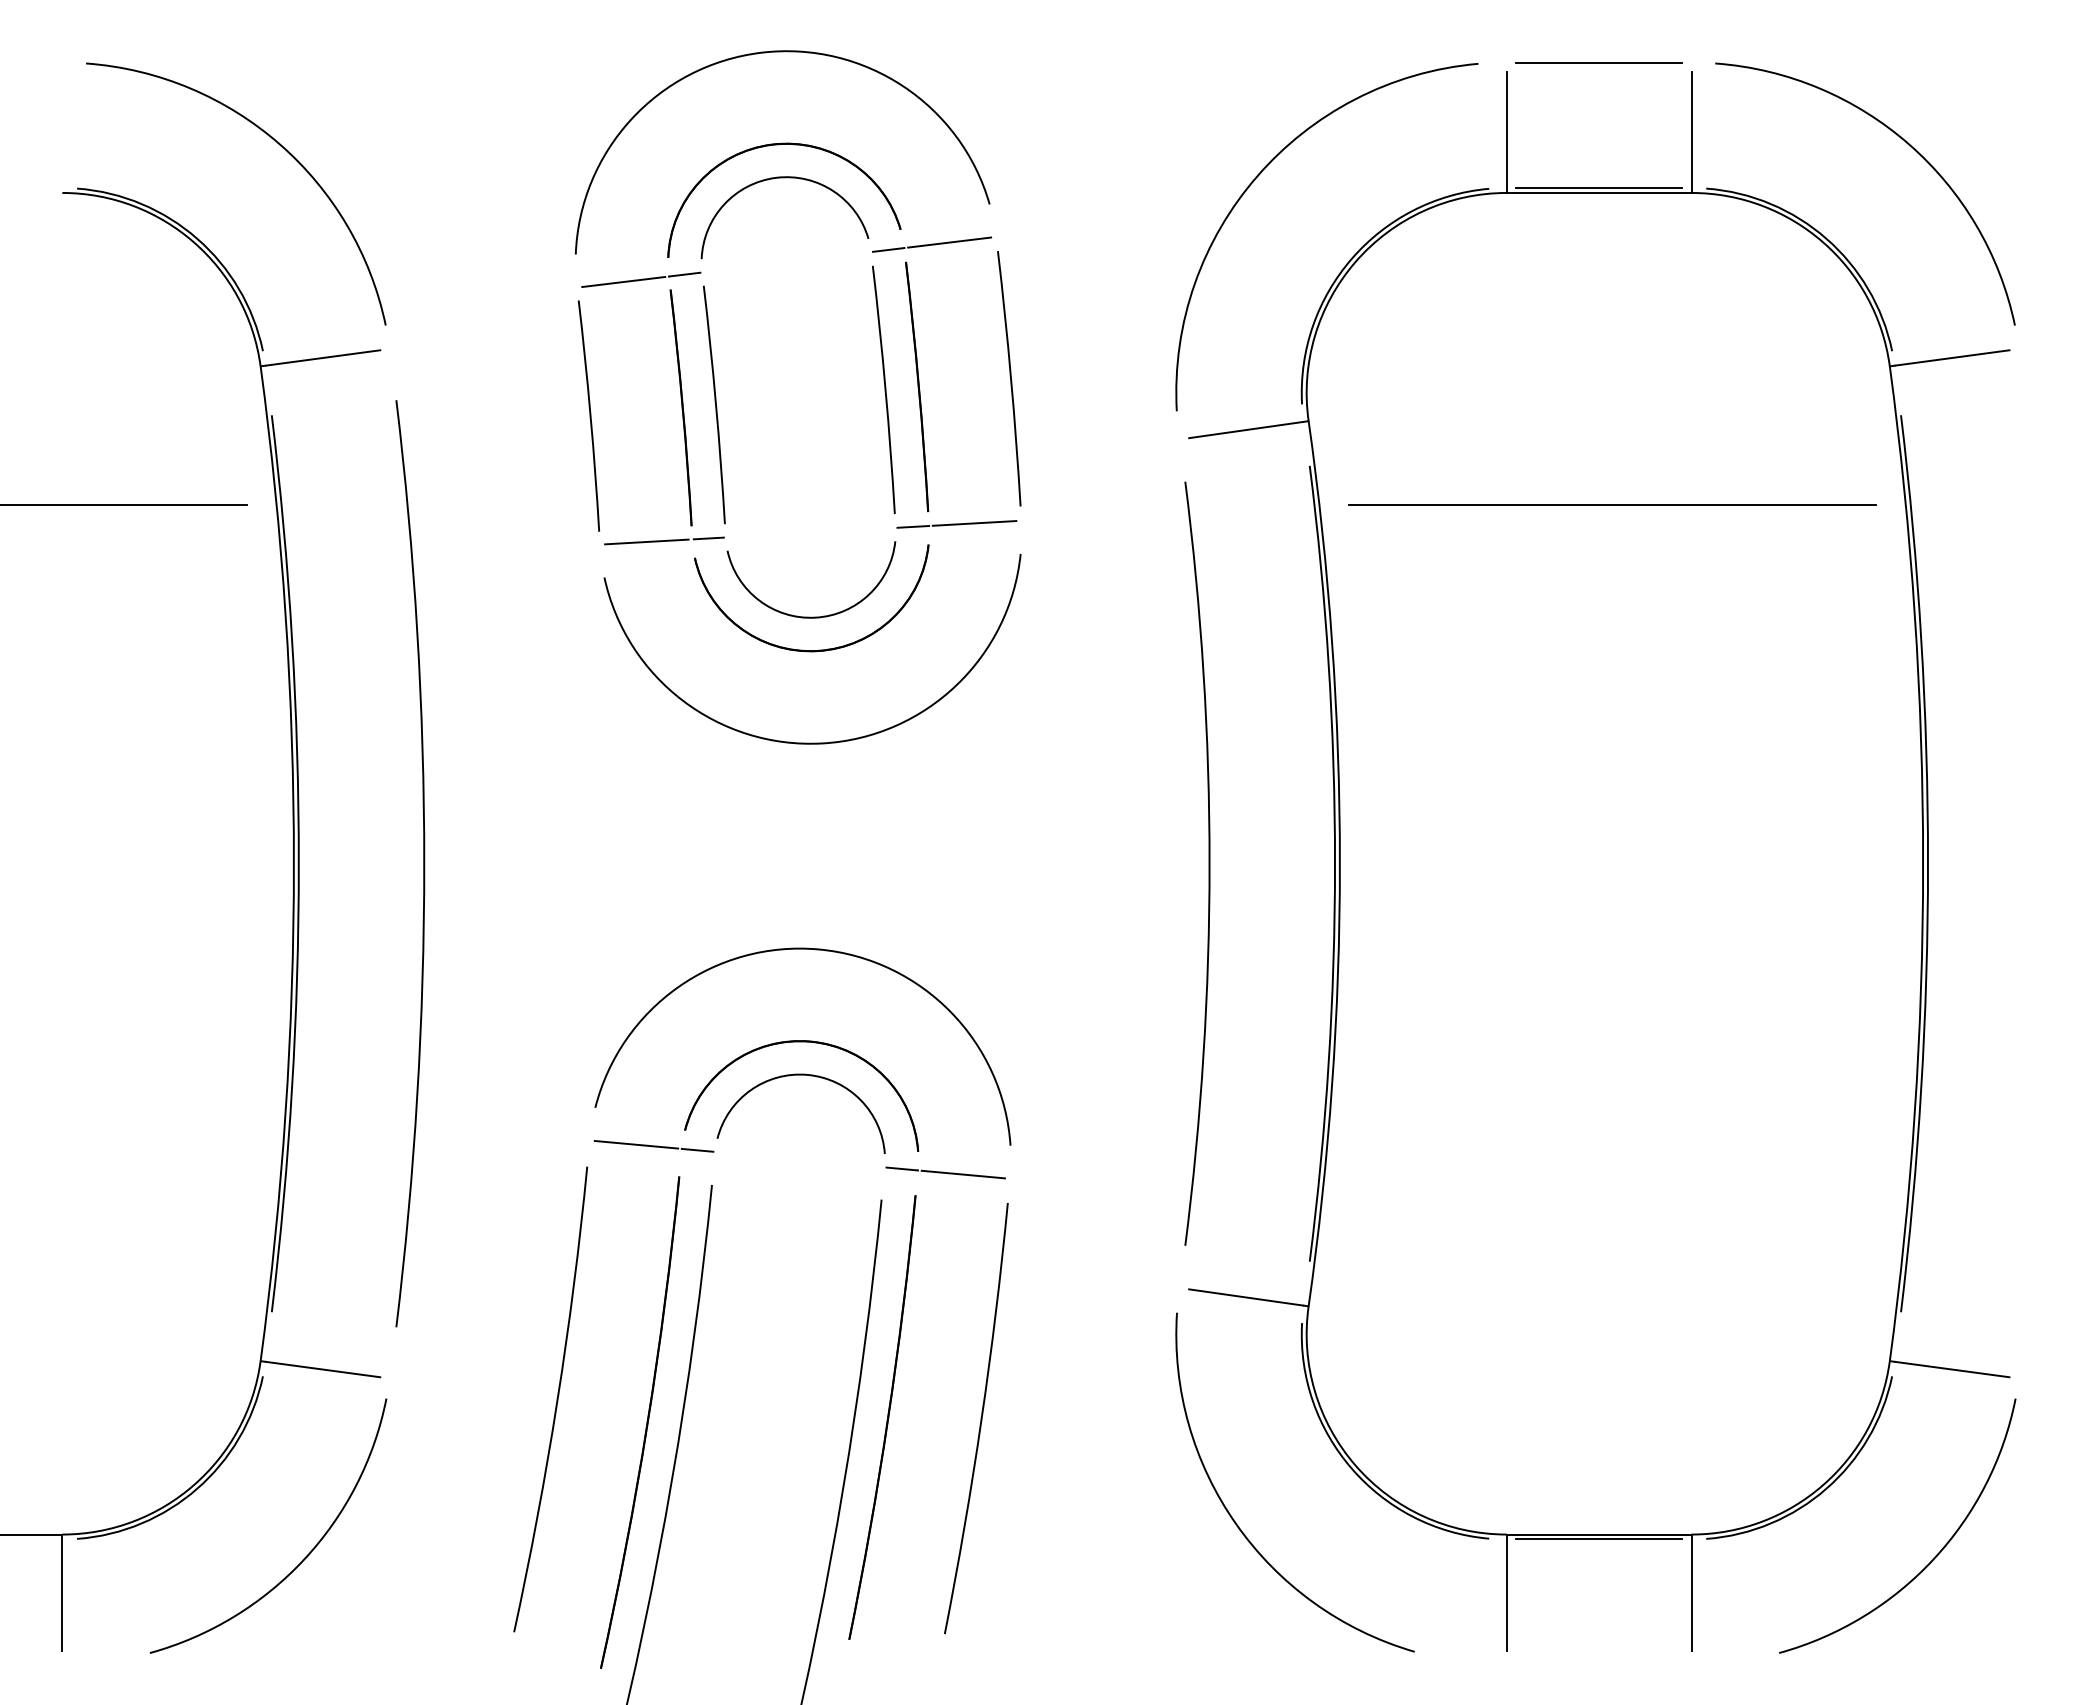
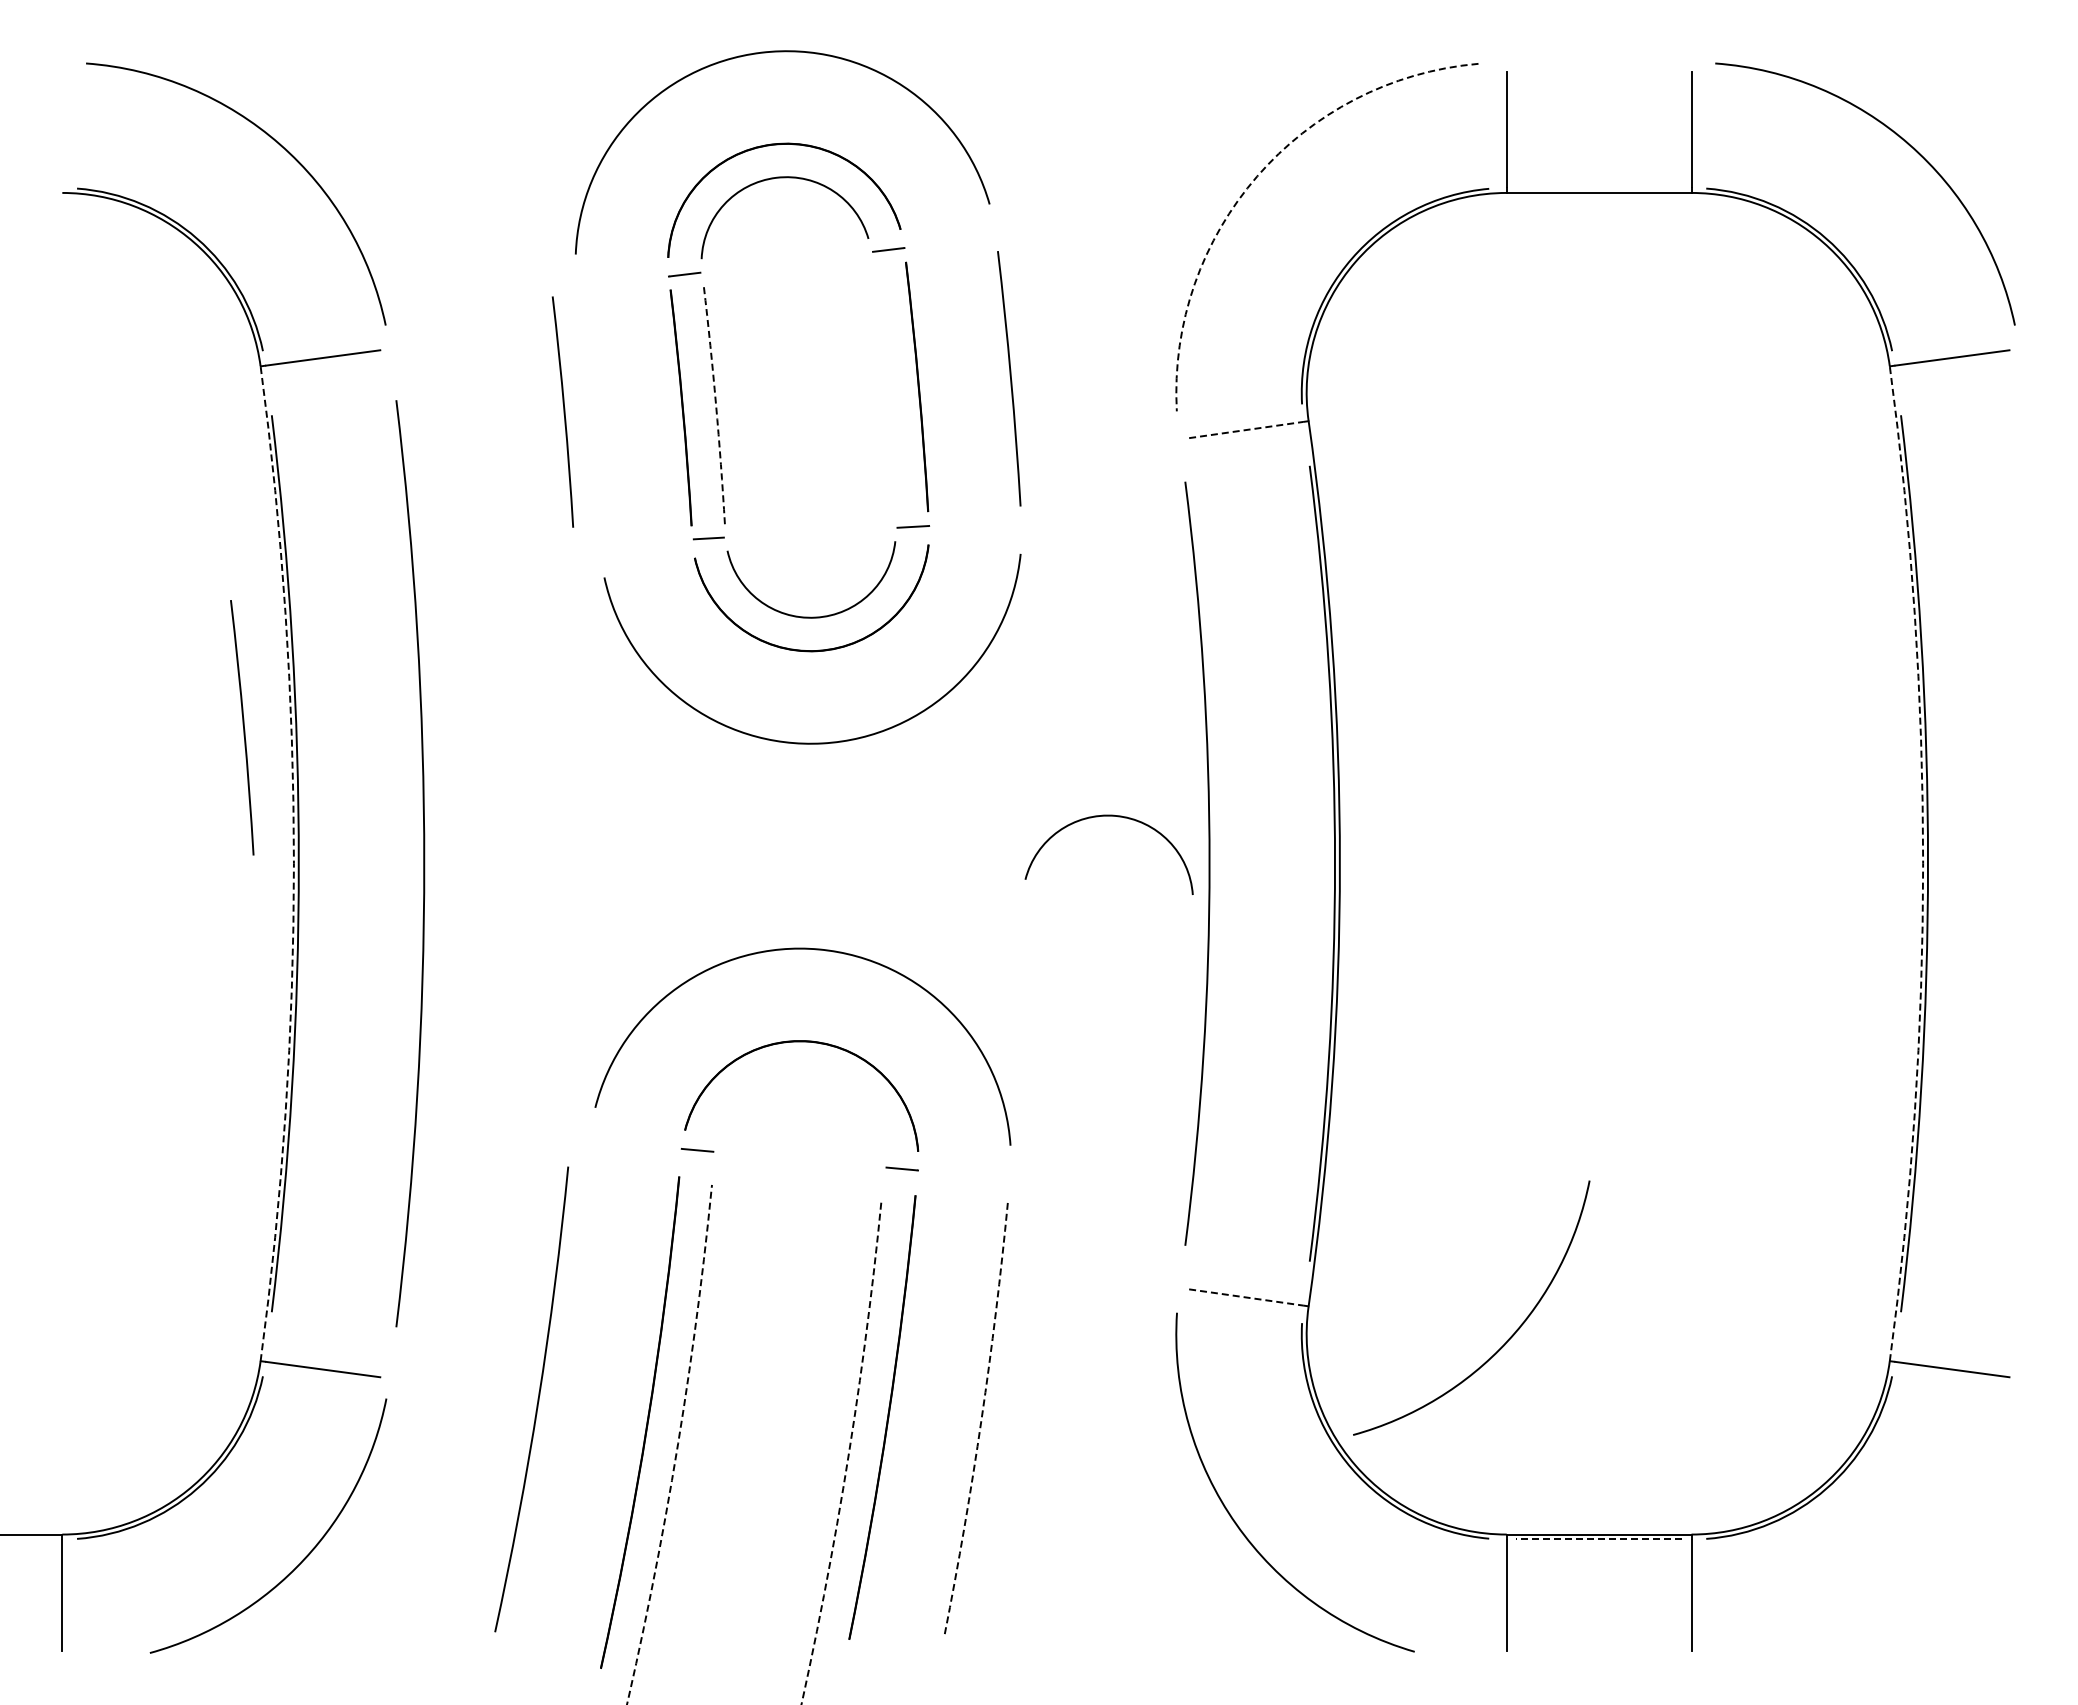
line at (1598, 62): present -> none
arc at (1257, 176): solid -> dashed
line at (1598, 188): present -> none
line at (949, 242): present -> none
line at (623, 281): present -> none
arc at (884, 389): present -> none
arc at (716, 404): solid -> dashed
arc at (589, 415) position: (589, 415) -> (563, 411)
line at (1246, 430): solid -> dashed
line at (124, 504): present -> none
line at (1612, 504): present -> none
line at (974, 523): present -> none
line at (646, 541): present -> none
arc at (243, 727): none -> present
arc at (293, 863): solid -> dashed
arc at (1923, 863): solid -> dashed
arc at (800, 1075) position: (800, 1075) -> (1108, 816)
line at (636, 1144): present -> none
line at (963, 1174): present -> none
line at (1246, 1297): solid -> dashed
arc at (556, 1399) position: (556, 1399) -> (537, 1399)
arc at (981, 1419): solid -> dashed
arc at (677, 1445): solid -> dashed
arc at (848, 1453): solid -> dashed
line at (1598, 1539): solid -> dashed
arc at (1933, 1557) position: (1933, 1557) -> (1507, 1339)
